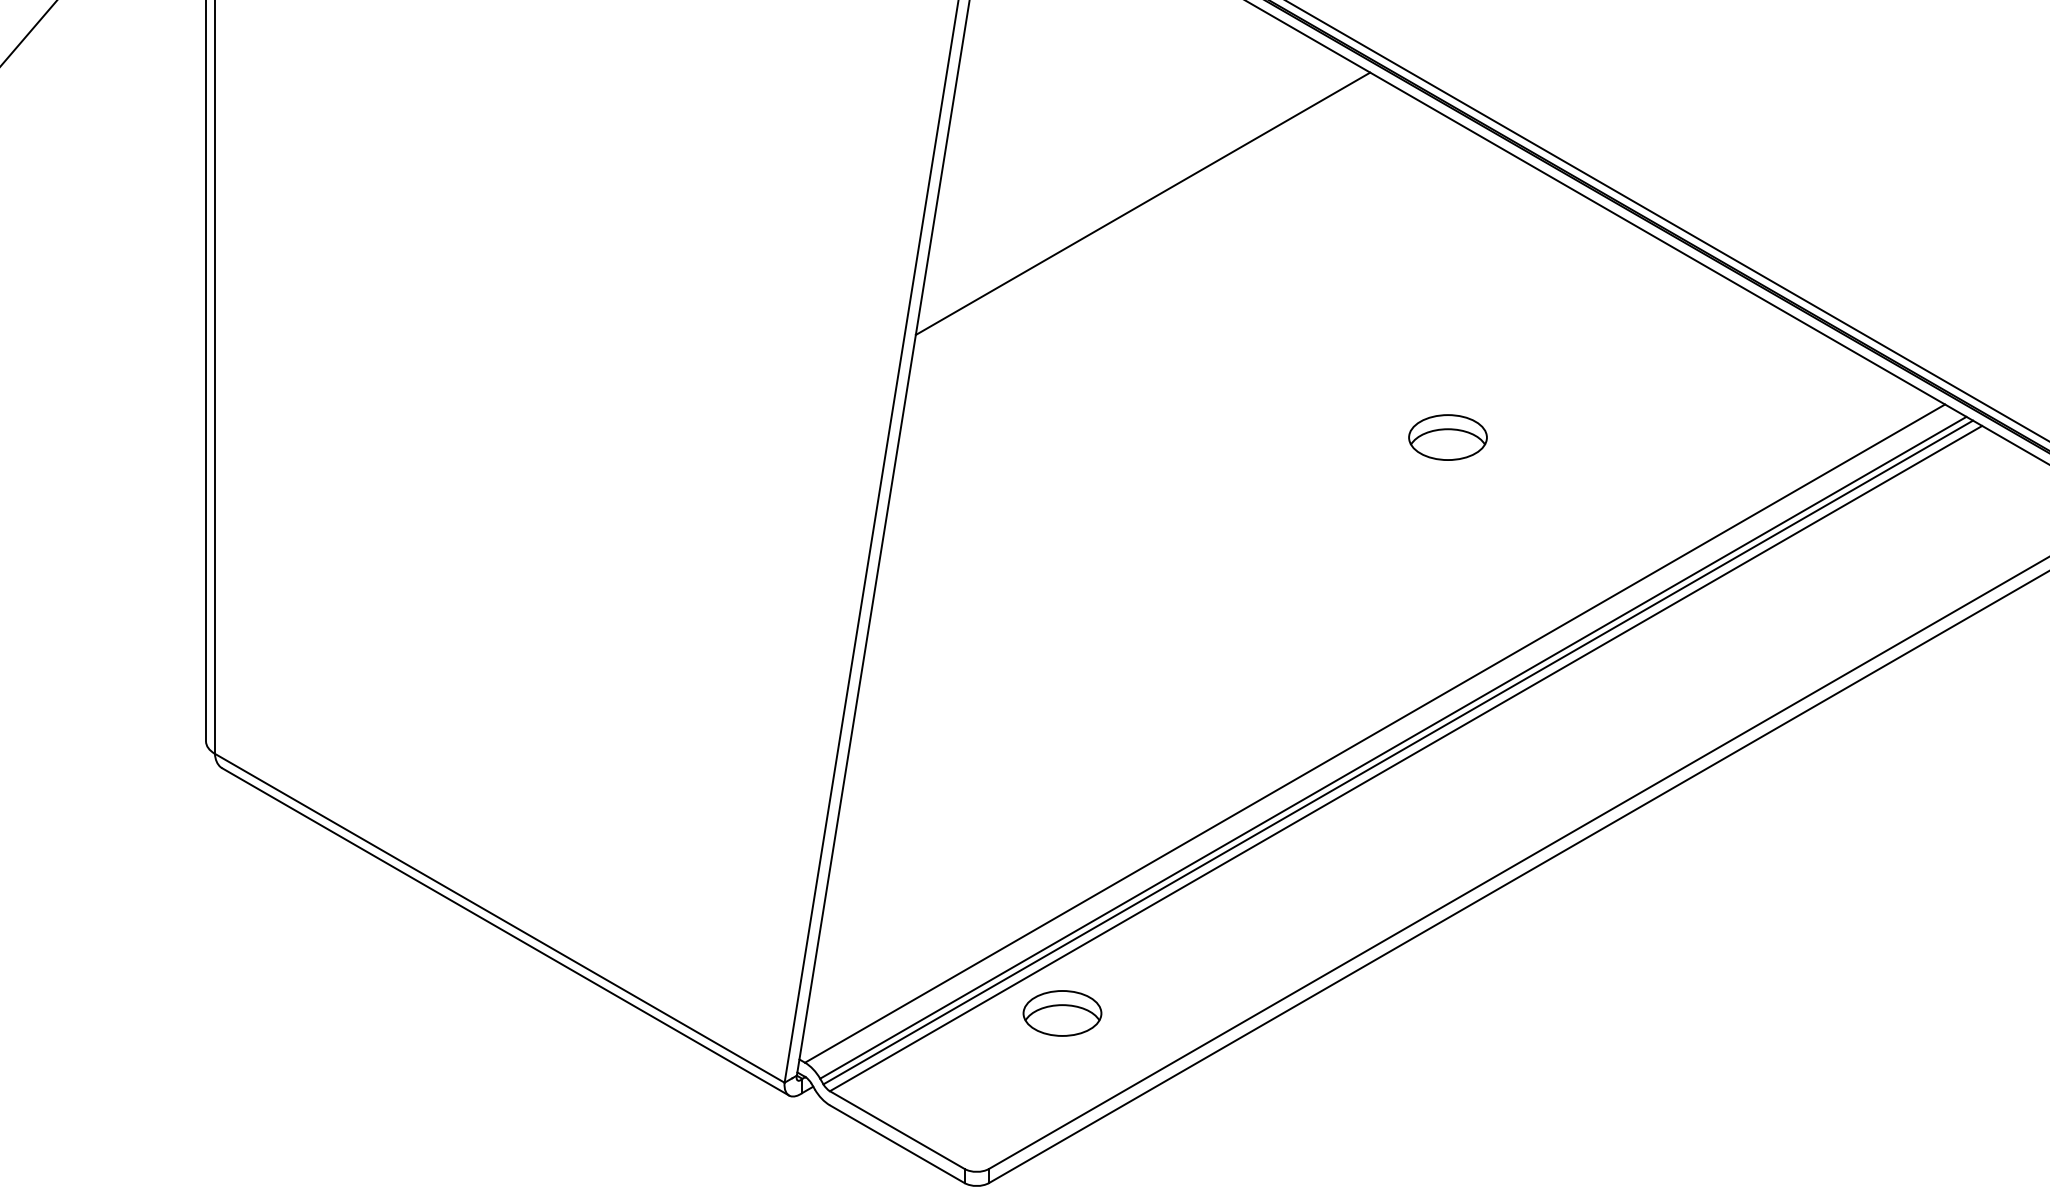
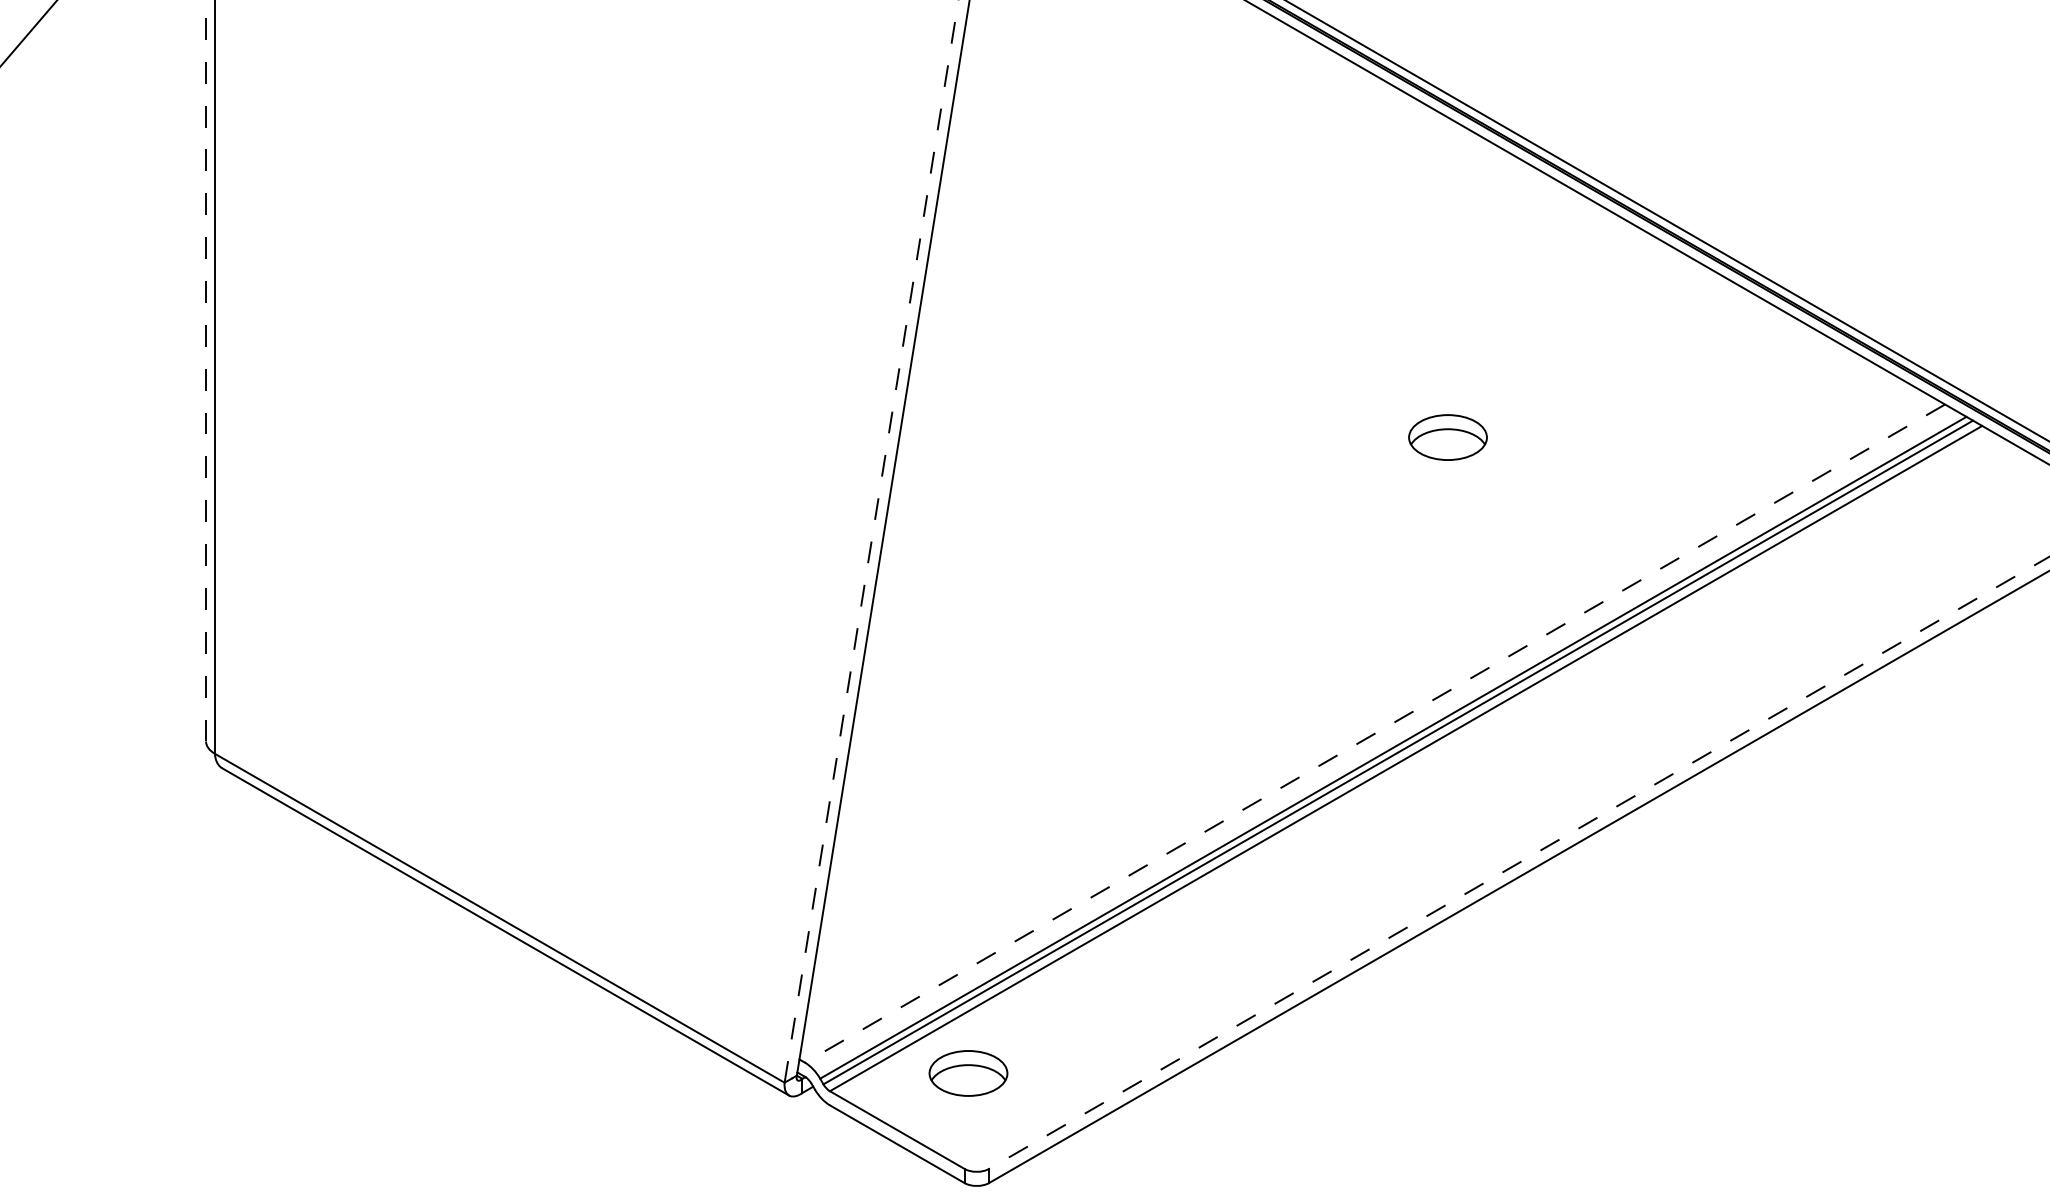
line at (1142, 203): present -> none
line at (206, 370): solid -> dashed
line at (871, 541): solid -> dashed
line at (1374, 733): solid -> dashed
line at (1518, 863): solid -> dashed
part at (1062, 1013) position: (1062, 1013) -> (968, 1073)
